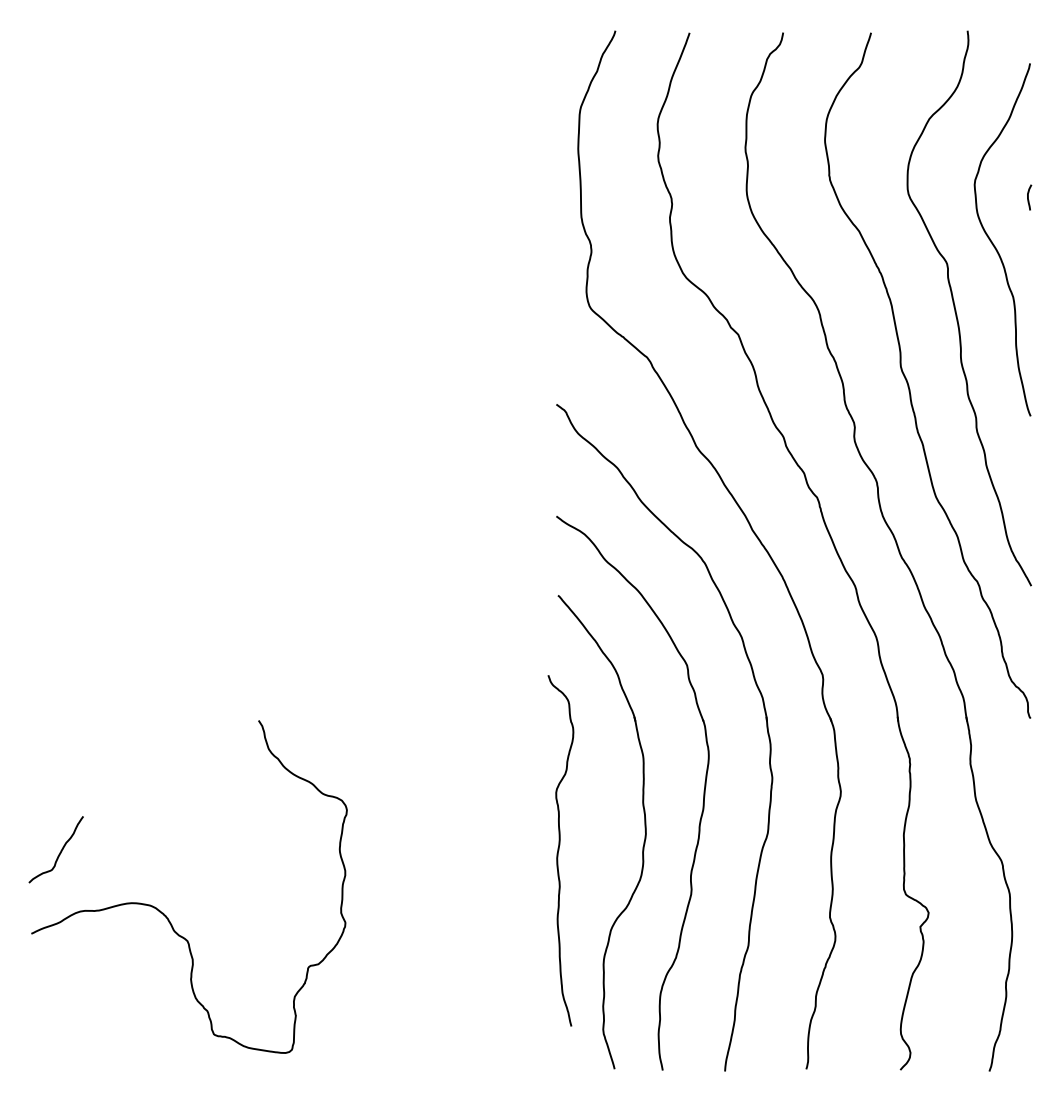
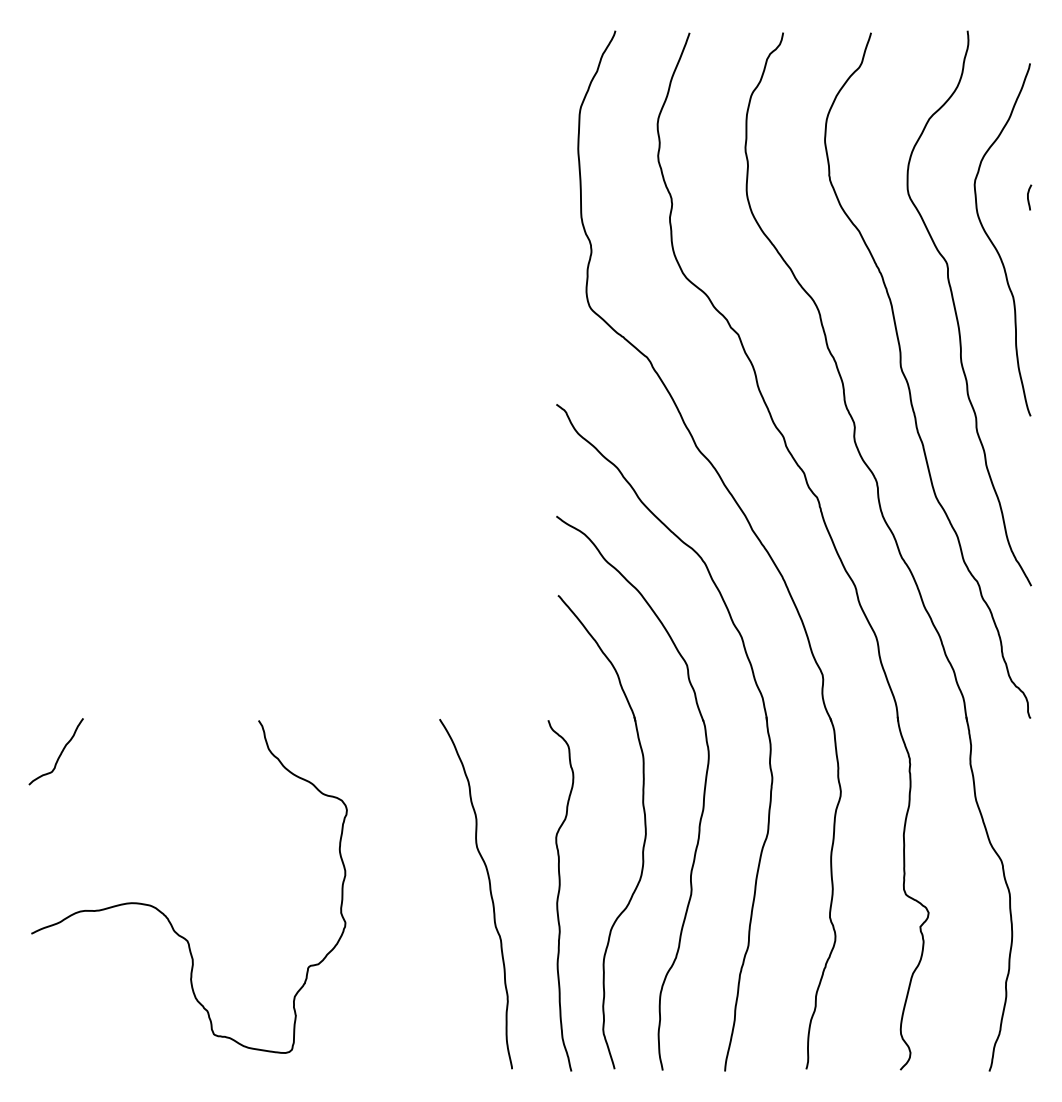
curve at (559, 850) position: (559, 850) -> (559, 895)
curve at (59, 852) position: (59, 852) -> (59, 754)
curve at (489, 891): none -> present
